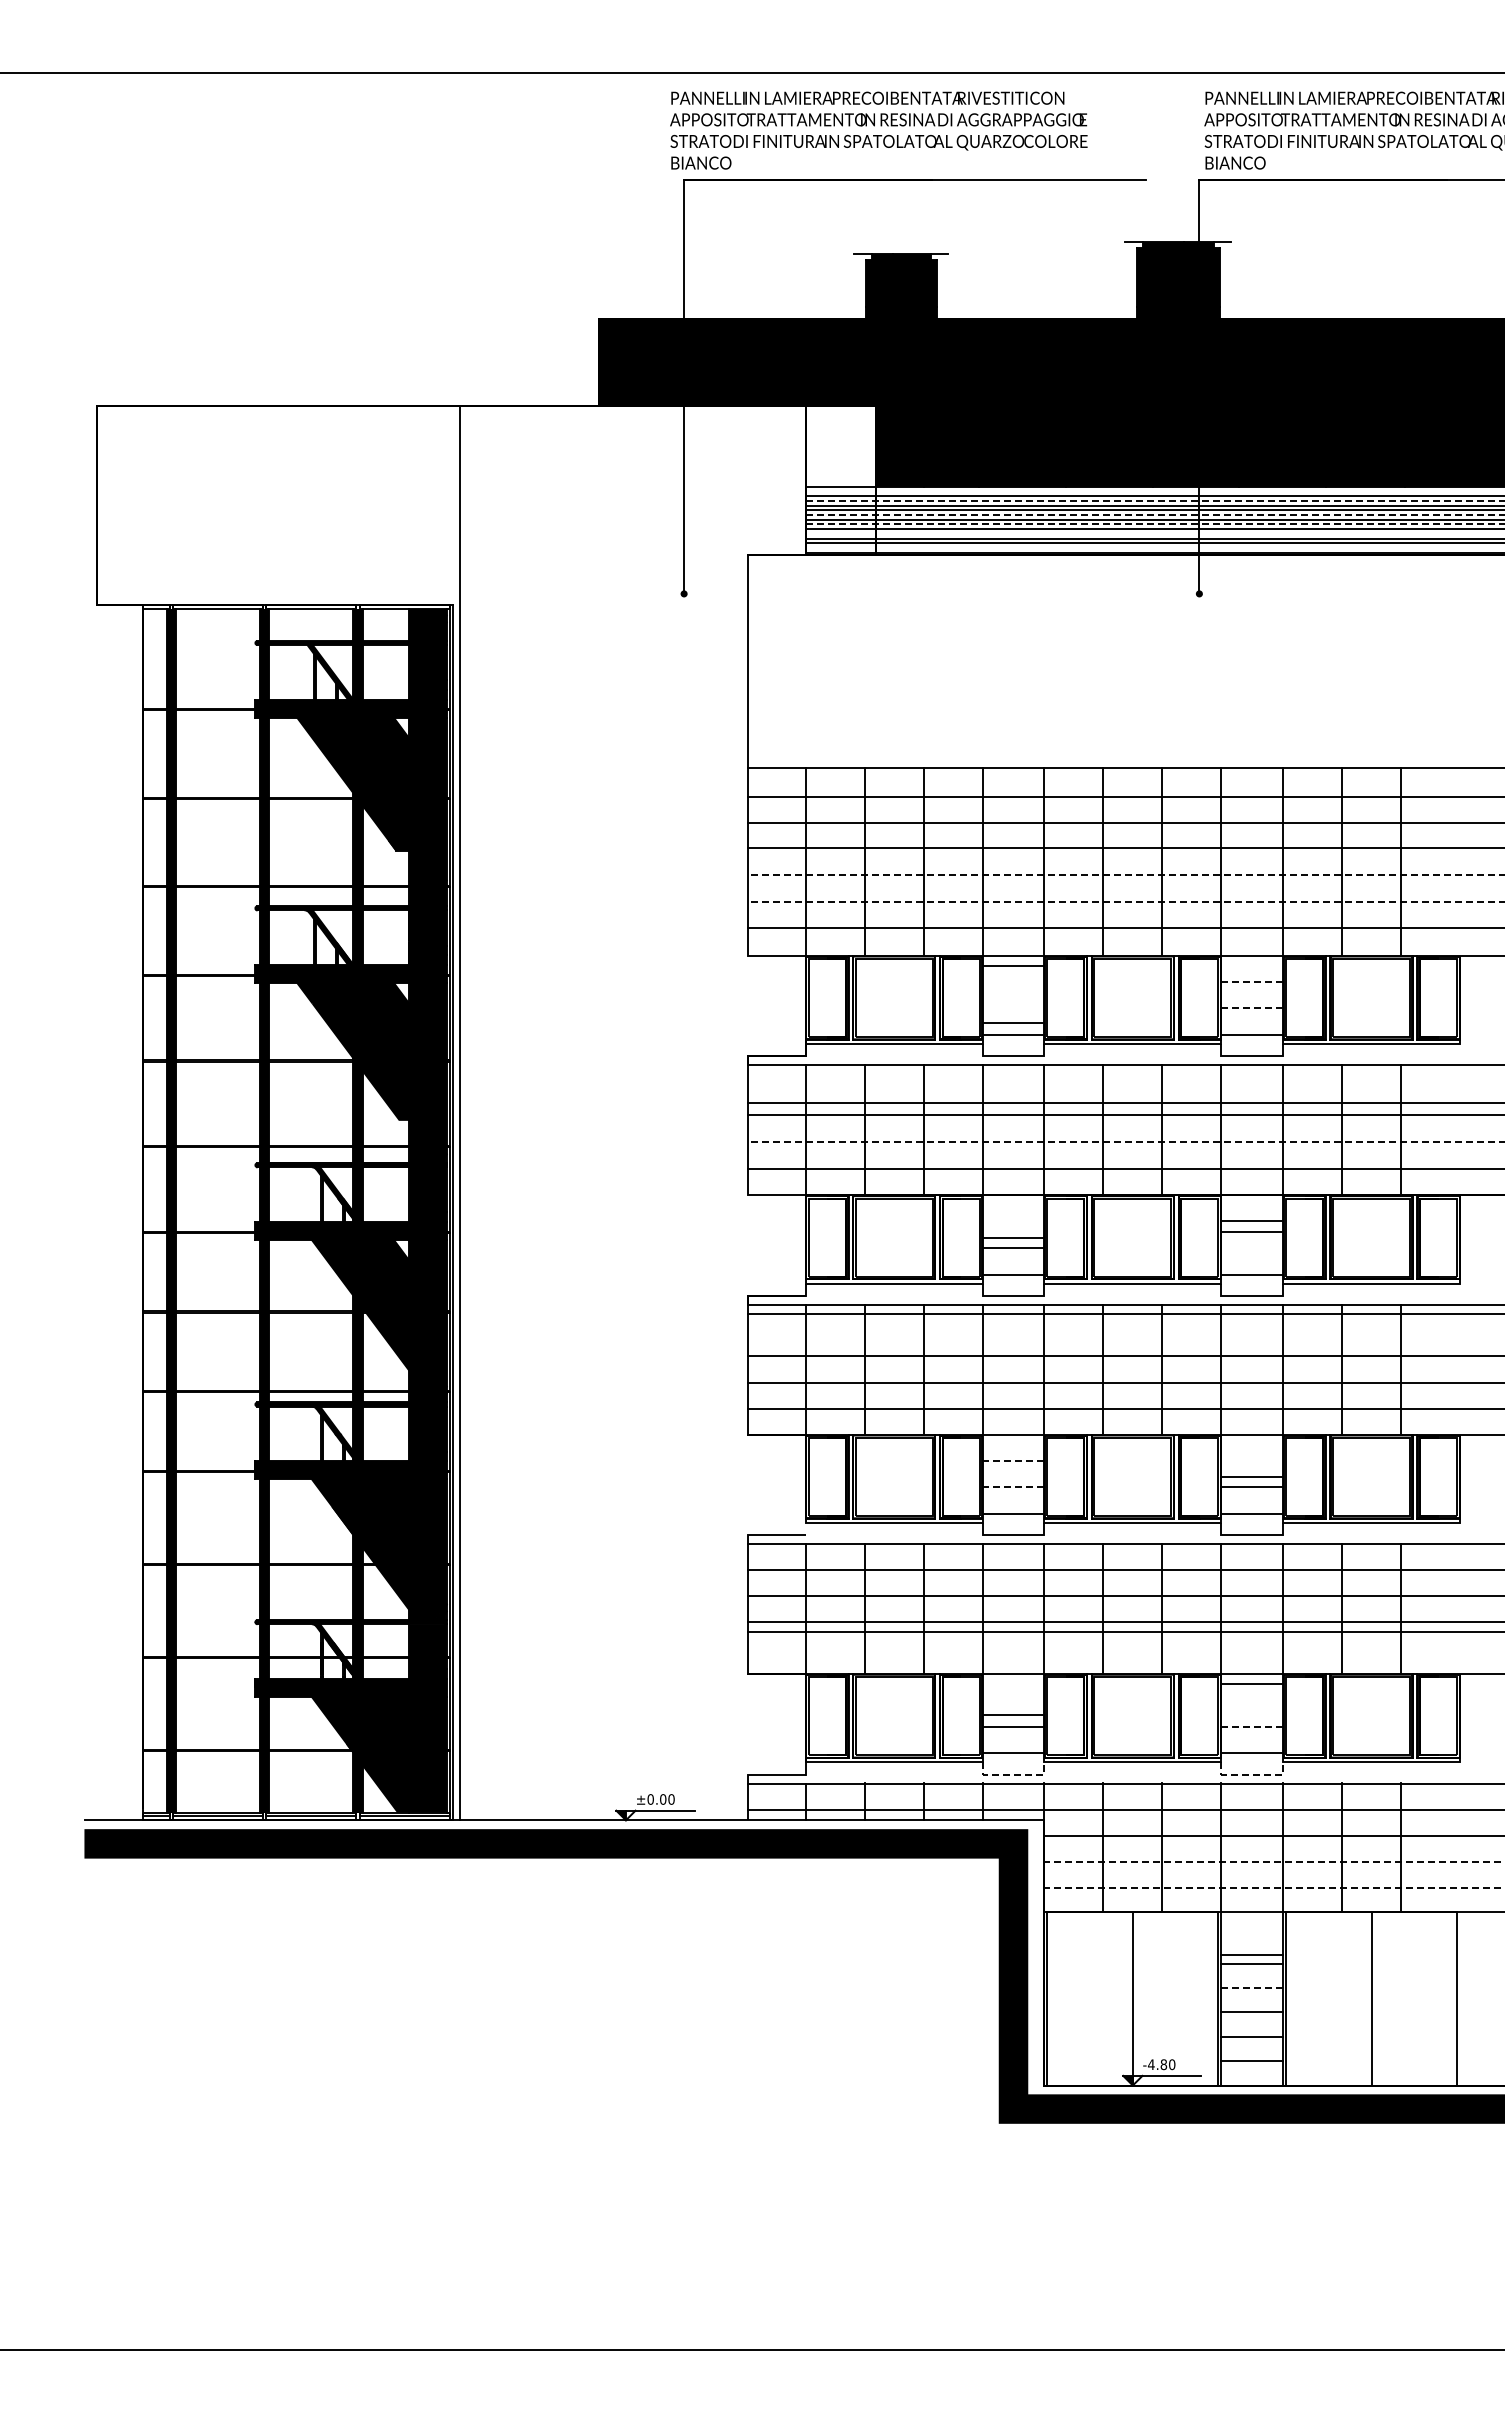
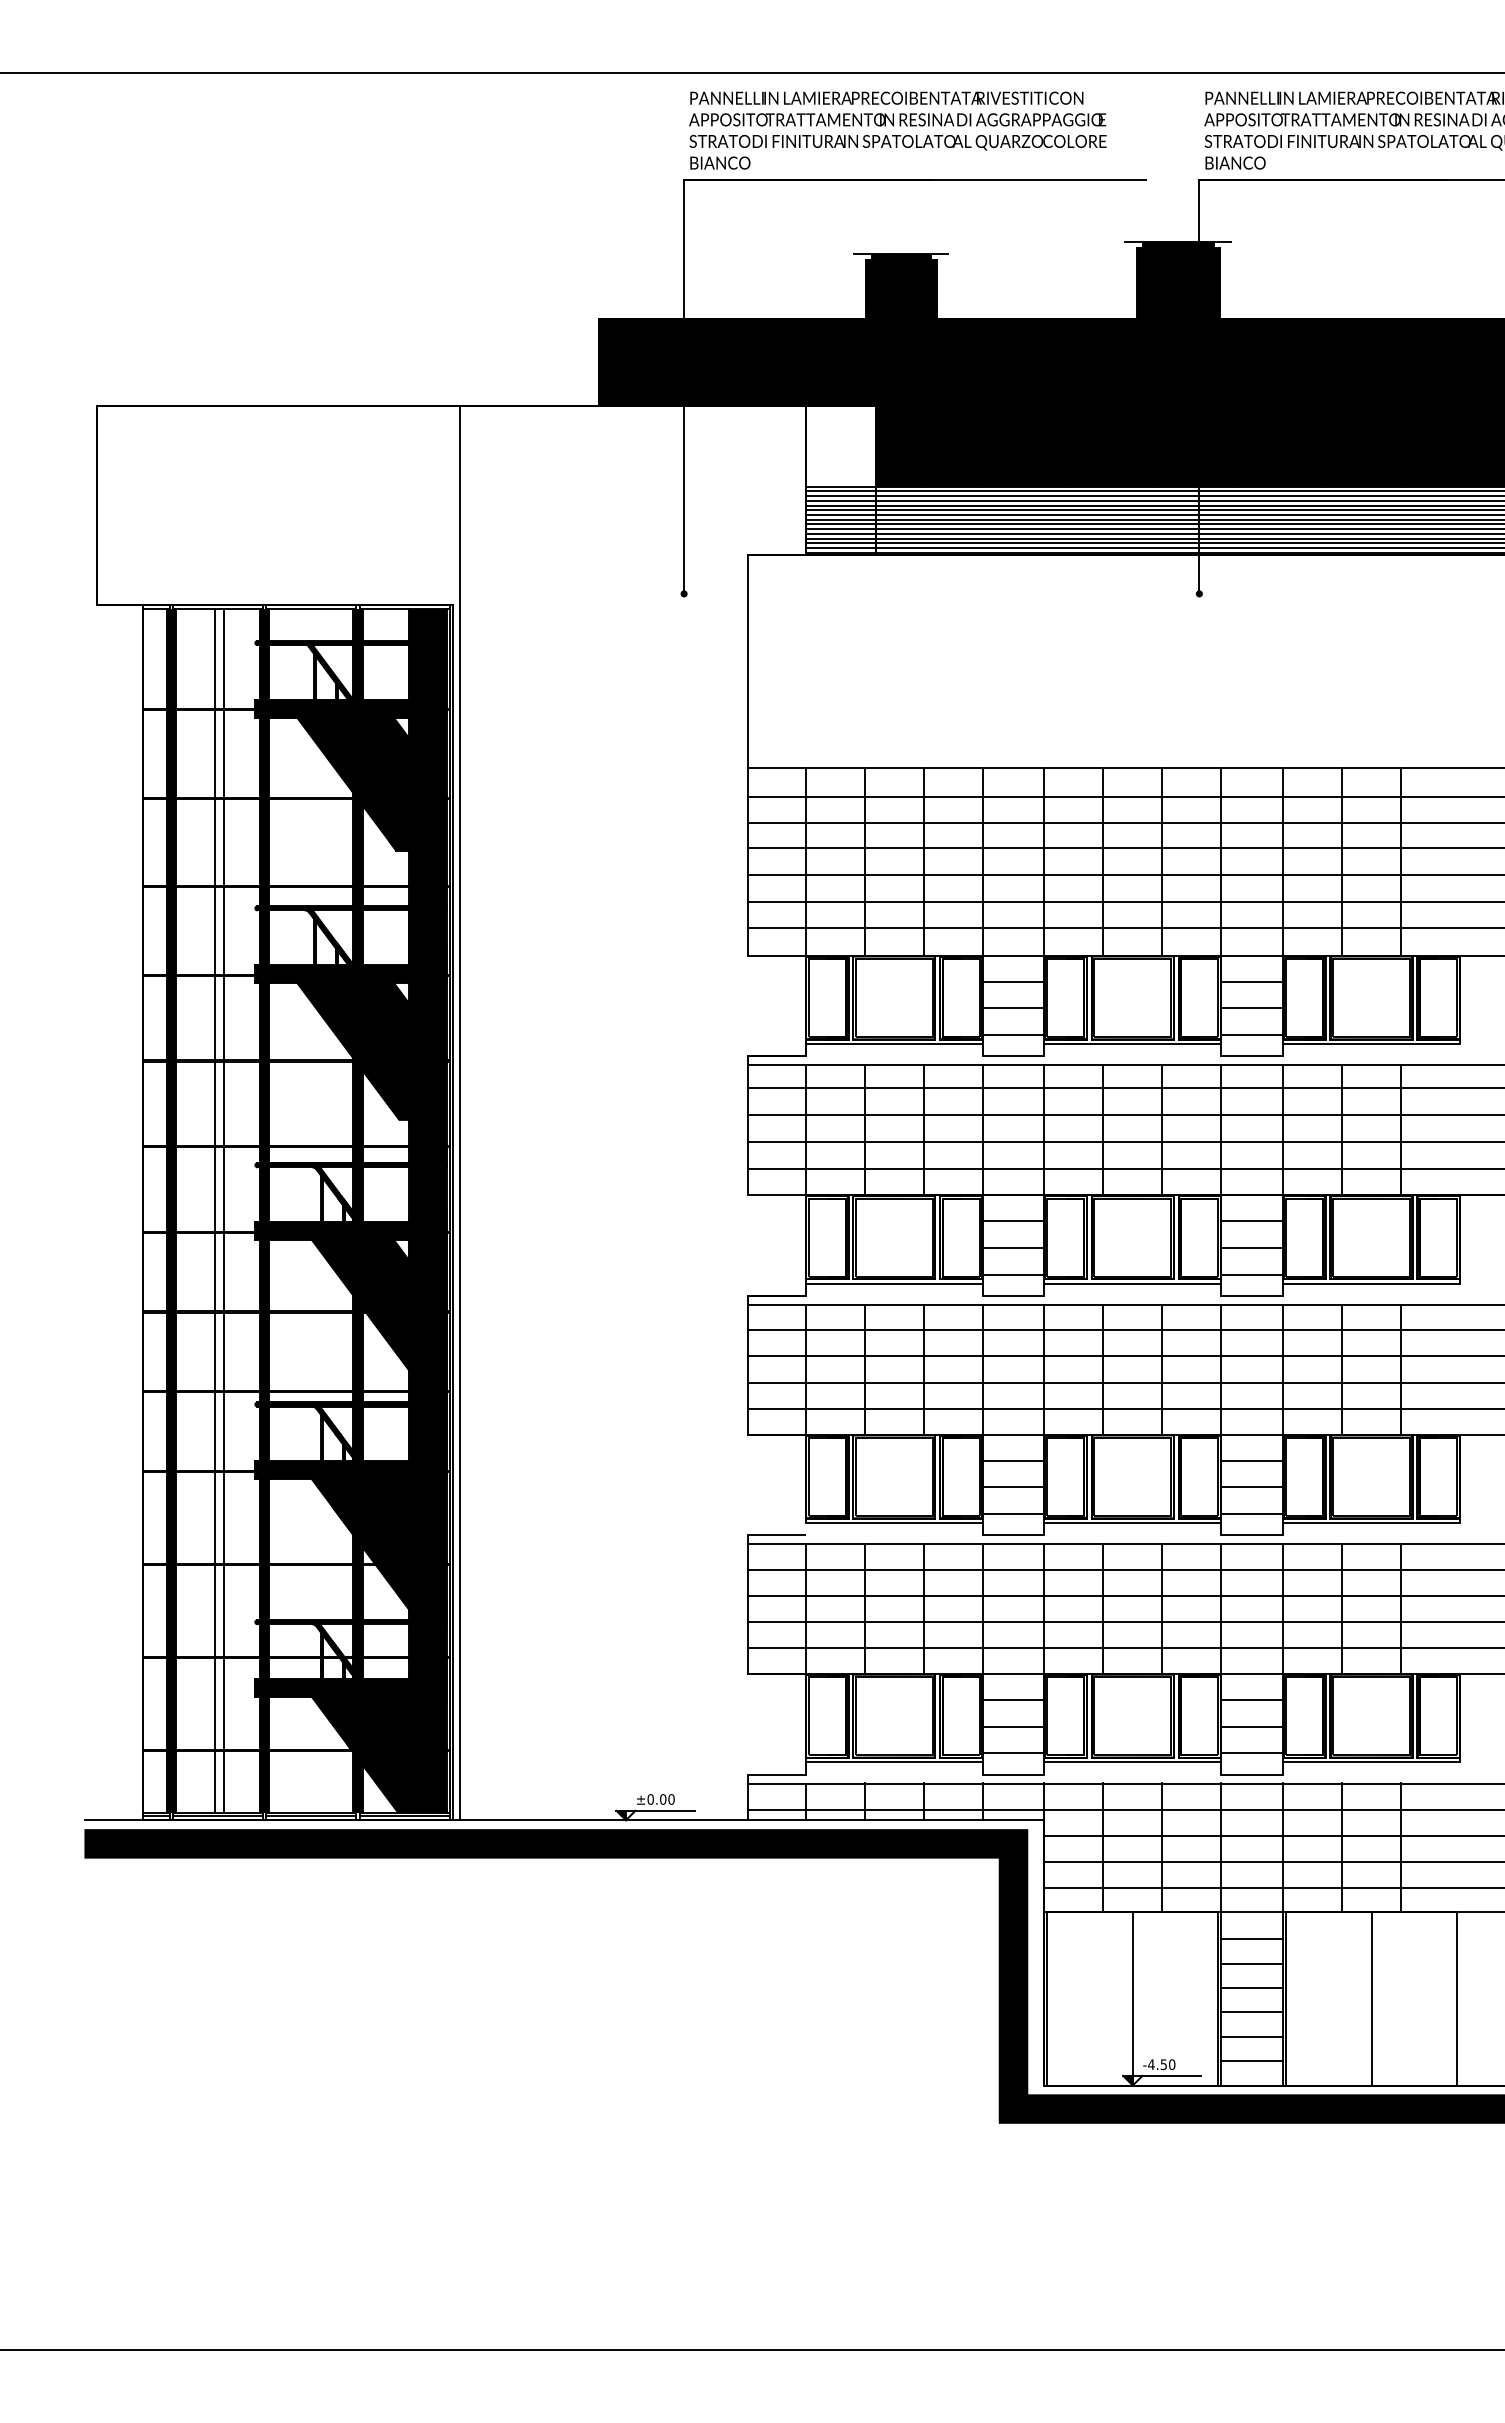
text at (878, 130) position: (878, 130) -> (897, 130)
line at (1153, 491): none -> present
line at (1155, 500): dashed -> solid
line at (1155, 514): dashed -> solid
line at (1155, 524): dashed -> solid
line at (1153, 533): none -> present
line at (1153, 547): none -> present
line at (1126, 874): dashed -> solid
line at (1126, 901): dashed -> solid
line at (1013, 965) position: (1013, 965) -> (1013, 981)
line at (1252, 981): dashed -> solid
line at (1252, 1008): dashed -> solid
line at (1013, 1023) position: (1013, 1023) -> (1013, 1008)
line at (1124, 1102) position: (1124, 1102) -> (1124, 1087)
line at (1126, 1141): dashed -> solid
line at (215, 1210): none -> present
line at (224, 1210): none -> present
line at (1252, 1232) position: (1252, 1232) -> (1252, 1248)
line at (1013, 1238) position: (1013, 1238) -> (1013, 1221)
line at (1124, 1314) position: (1124, 1314) -> (1124, 1330)
line at (1013, 1460): dashed -> solid
line at (1252, 1476) position: (1252, 1476) -> (1252, 1460)
line at (1013, 1487): dashed -> solid
line at (1124, 1631) position: (1124, 1631) -> (1124, 1647)
line at (1252, 1683) position: (1252, 1683) -> (1252, 1699)
line at (1013, 1714) position: (1013, 1714) -> (1013, 1699)
line at (1252, 1726): dashed -> solid
line at (1013, 1774): dashed -> solid
line at (1252, 1774): dashed -> solid
line at (1274, 1861): dashed -> solid
line at (1274, 1887): dashed -> solid
line at (1252, 1955) position: (1252, 1955) -> (1252, 1939)
line at (1252, 1987): dashed -> solid
text at (1163, 2064): -4.80 -> -4.50
